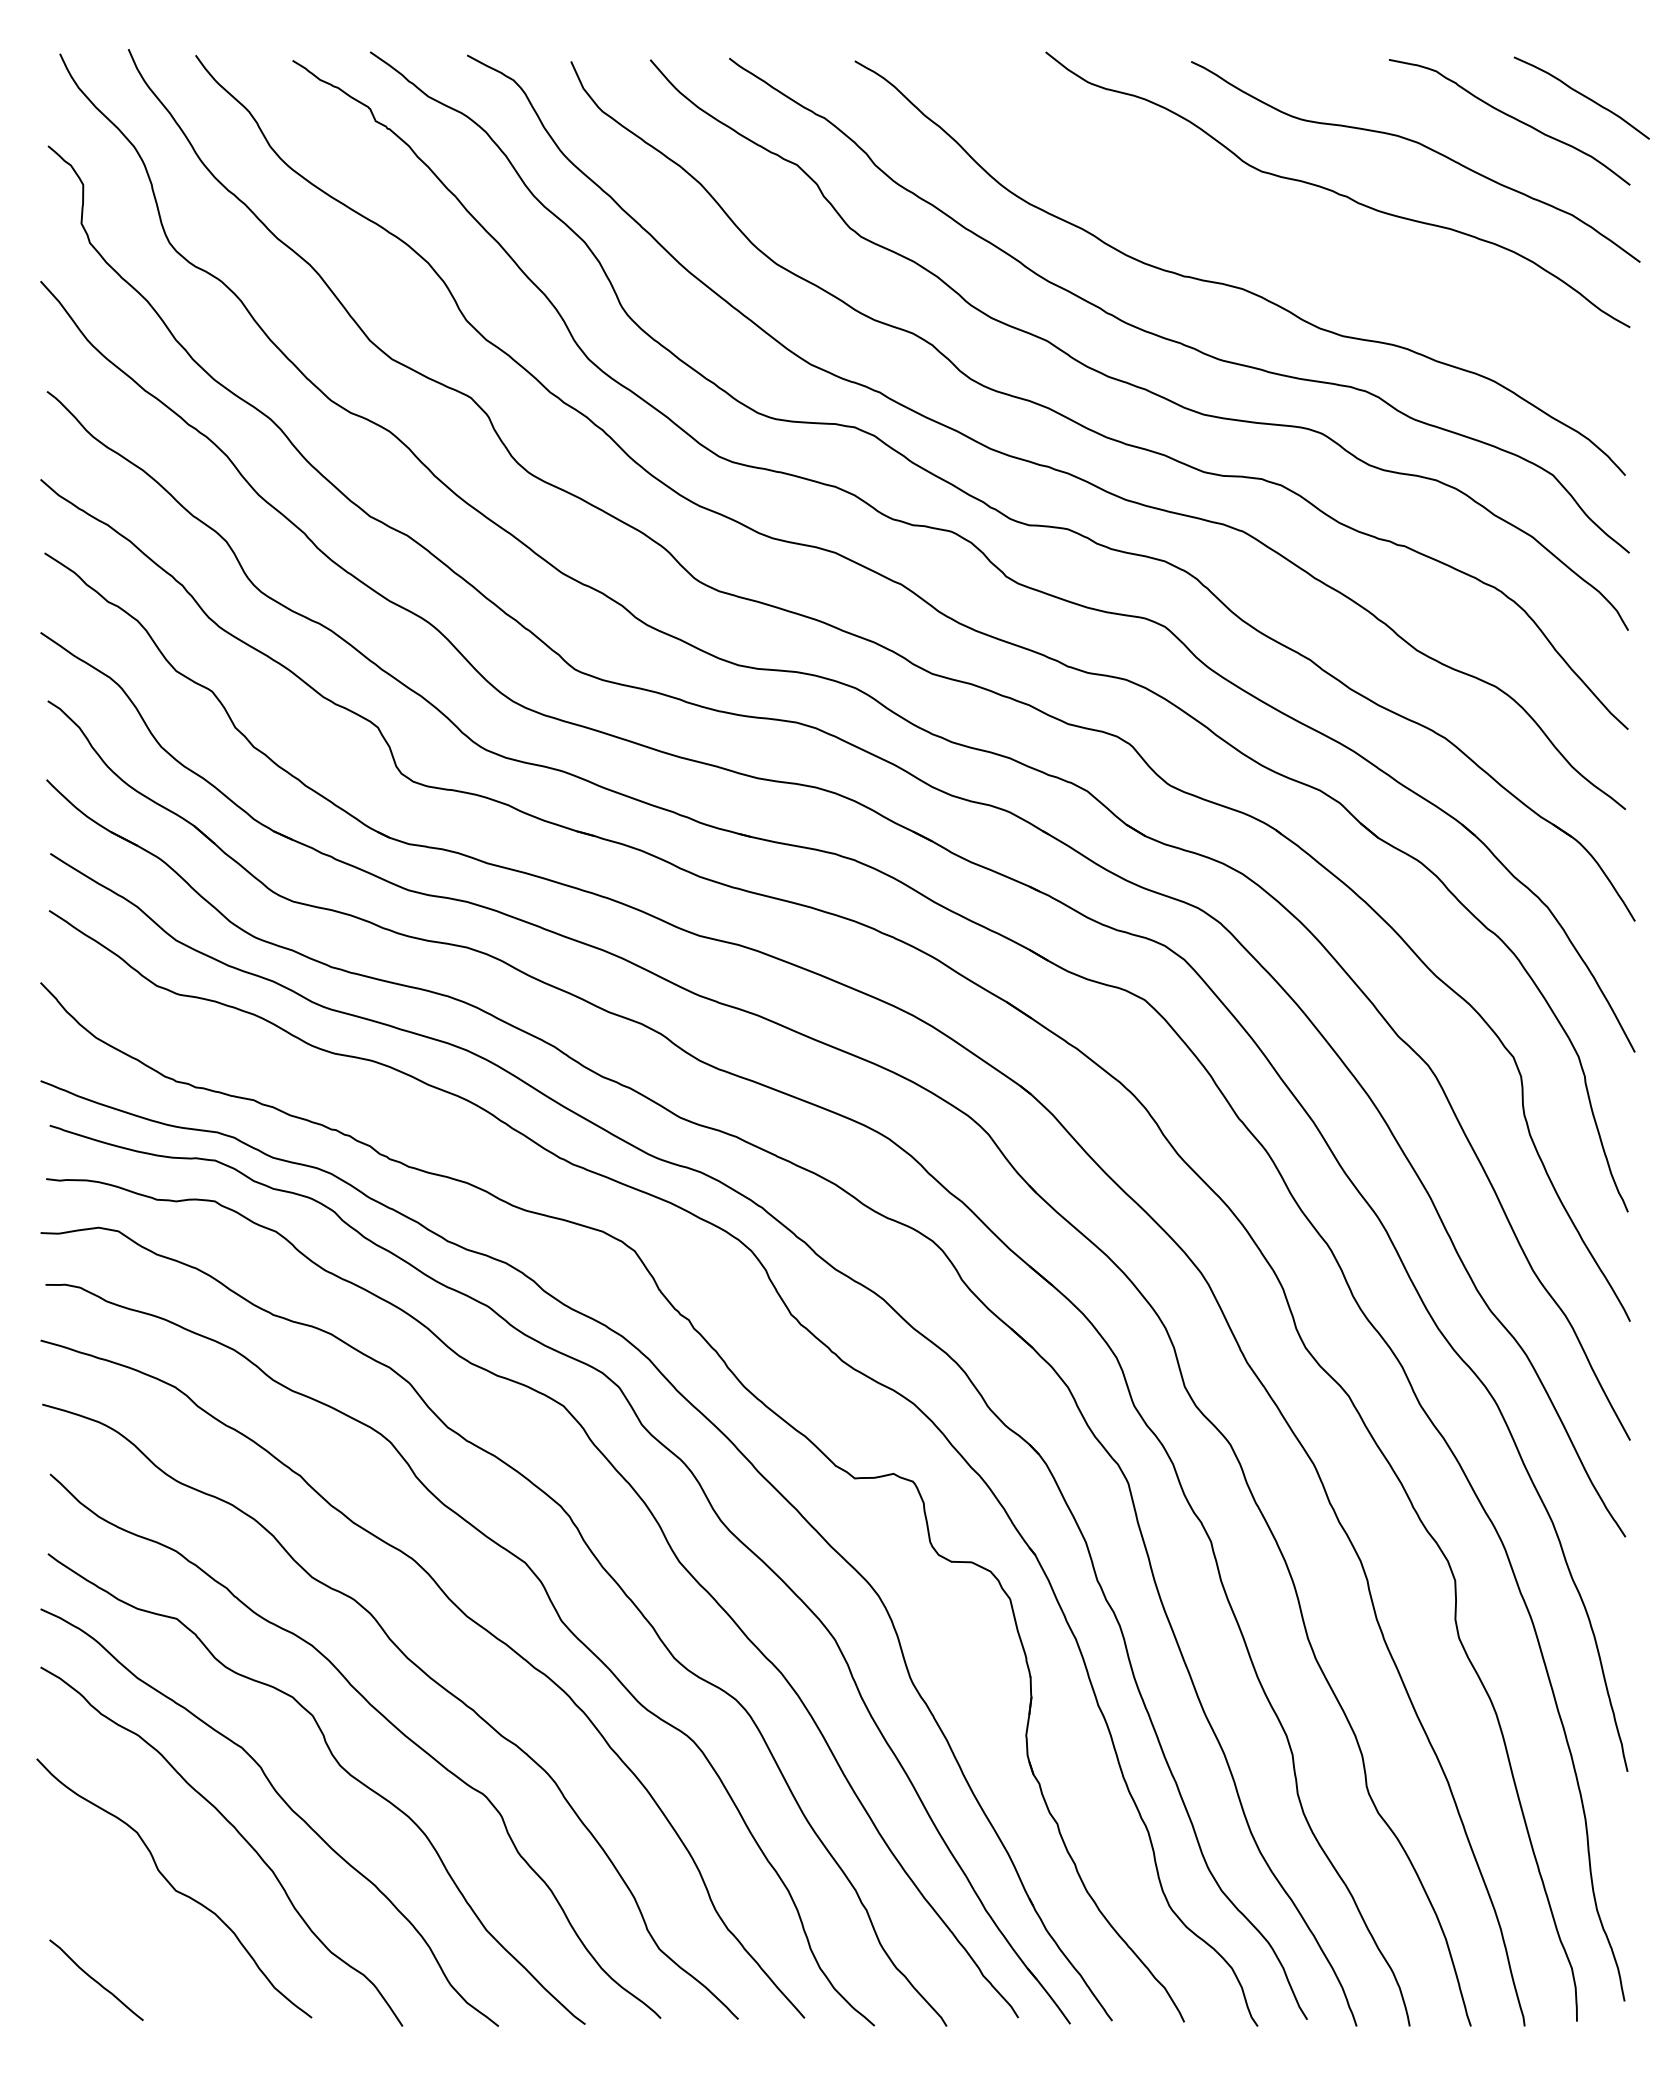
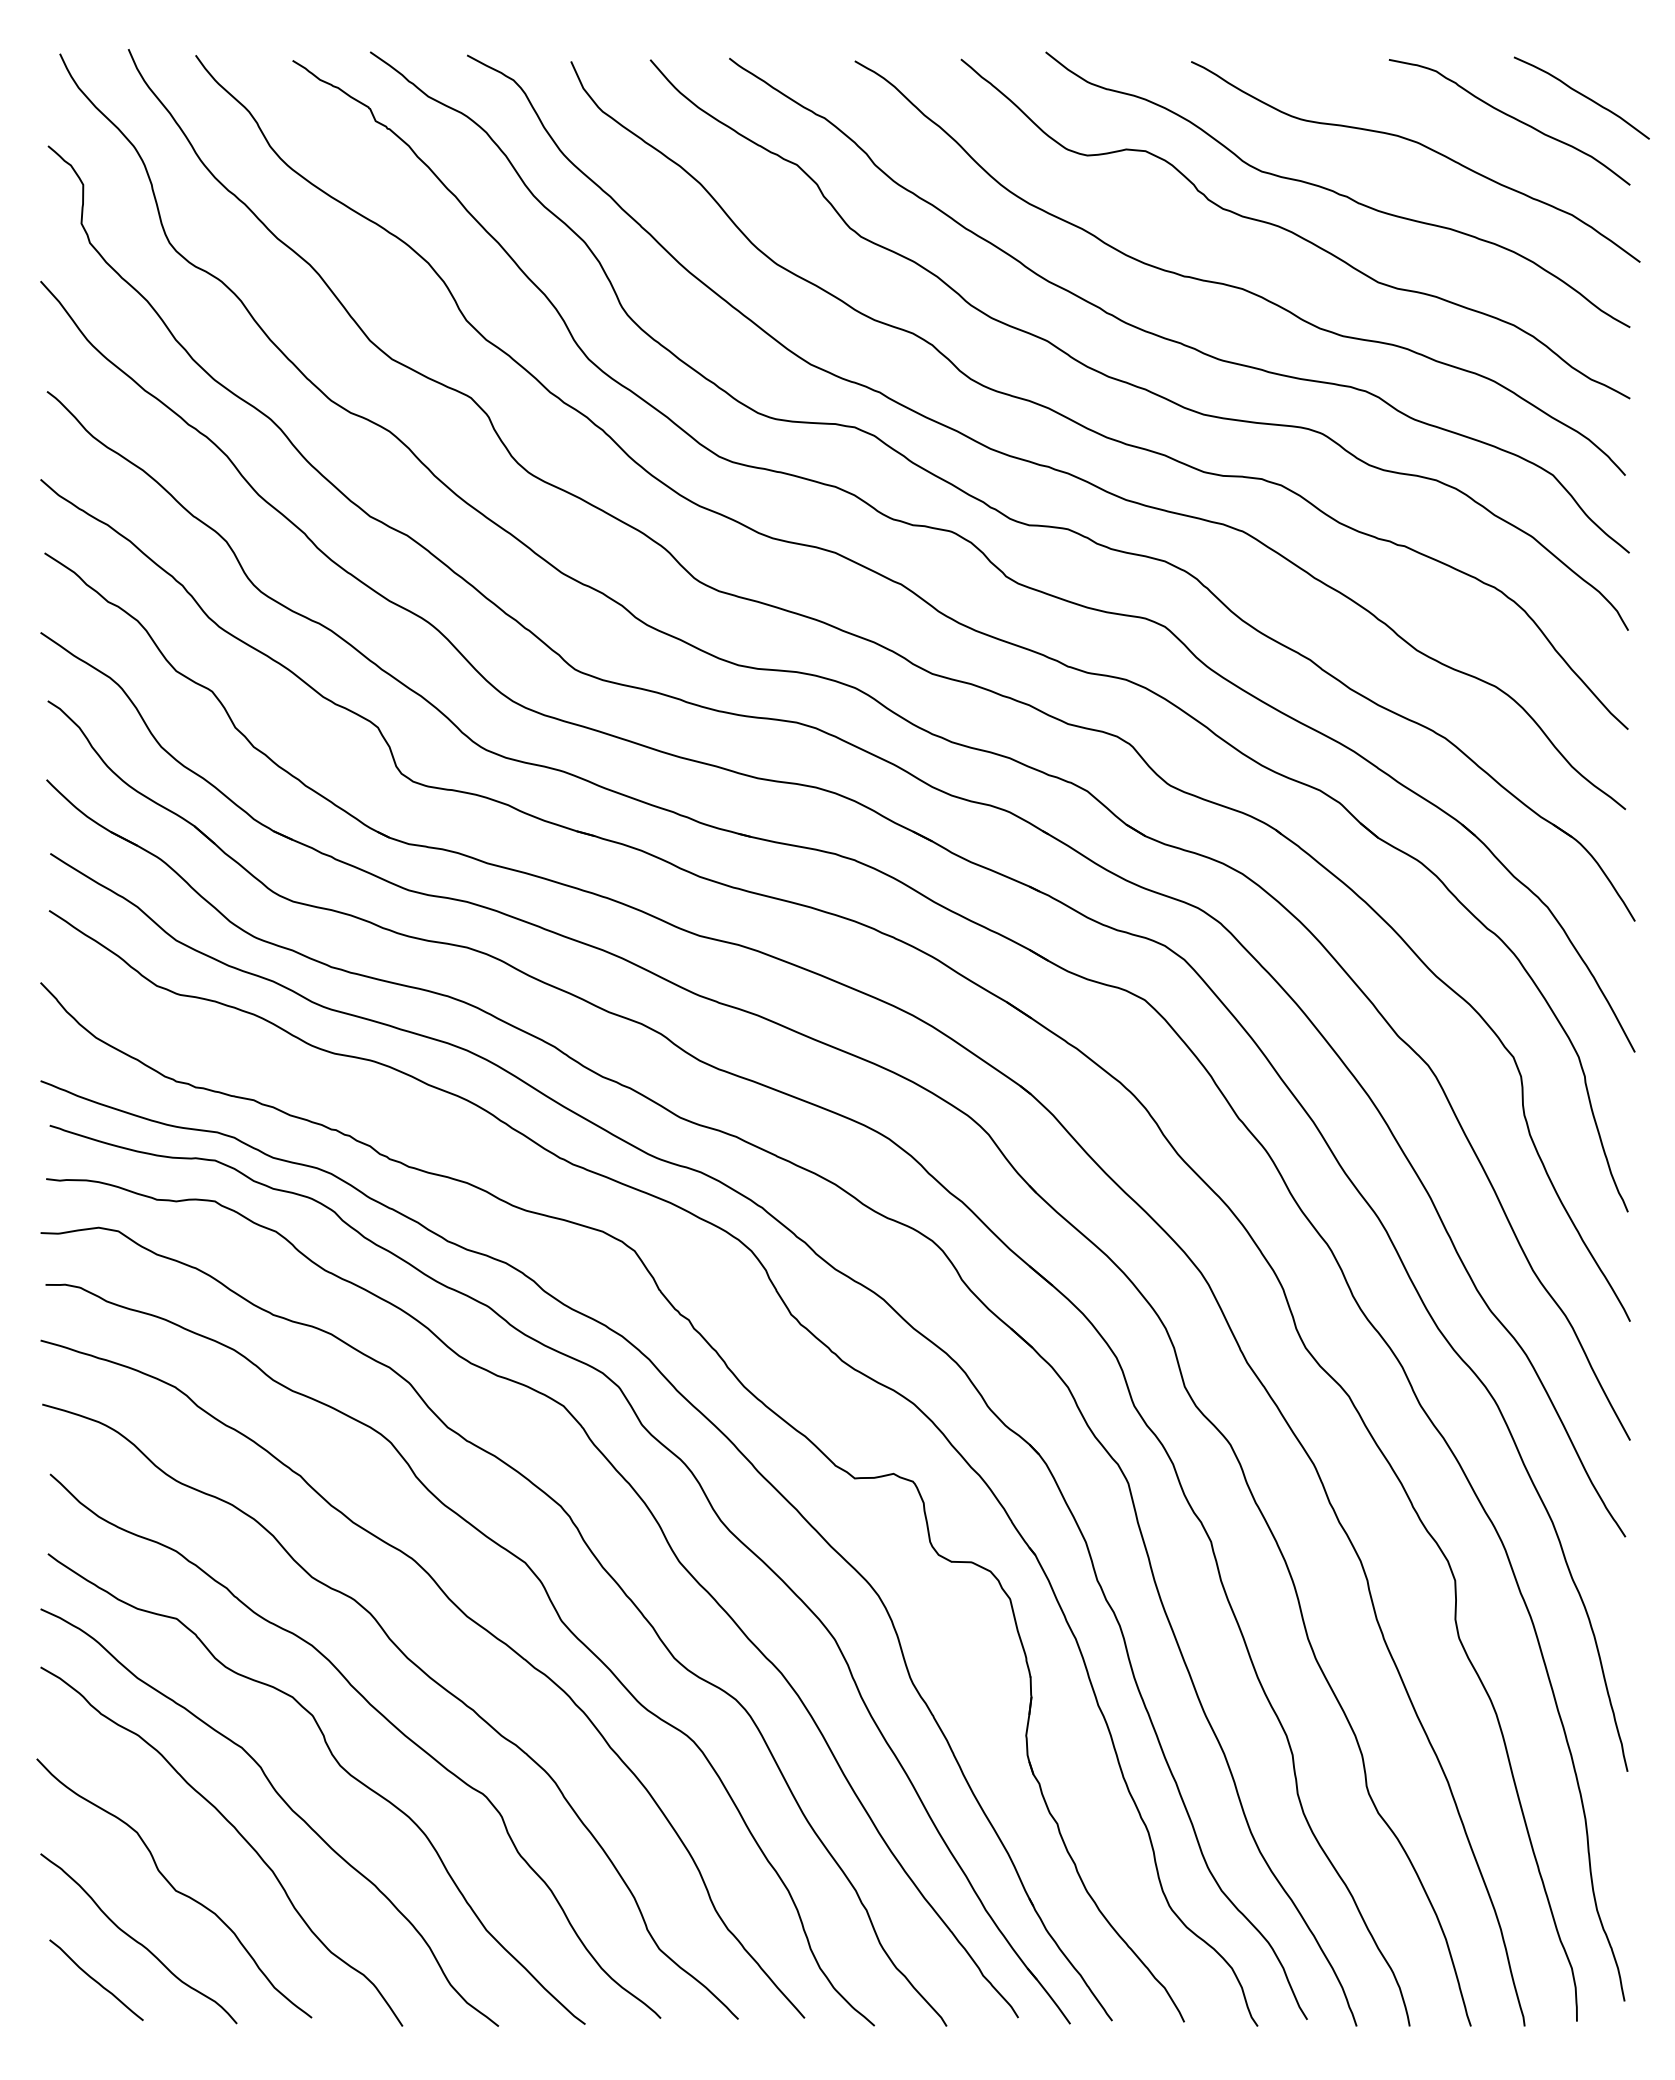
curve at (1294, 232): none -> present
curve at (137, 1940): none -> present
